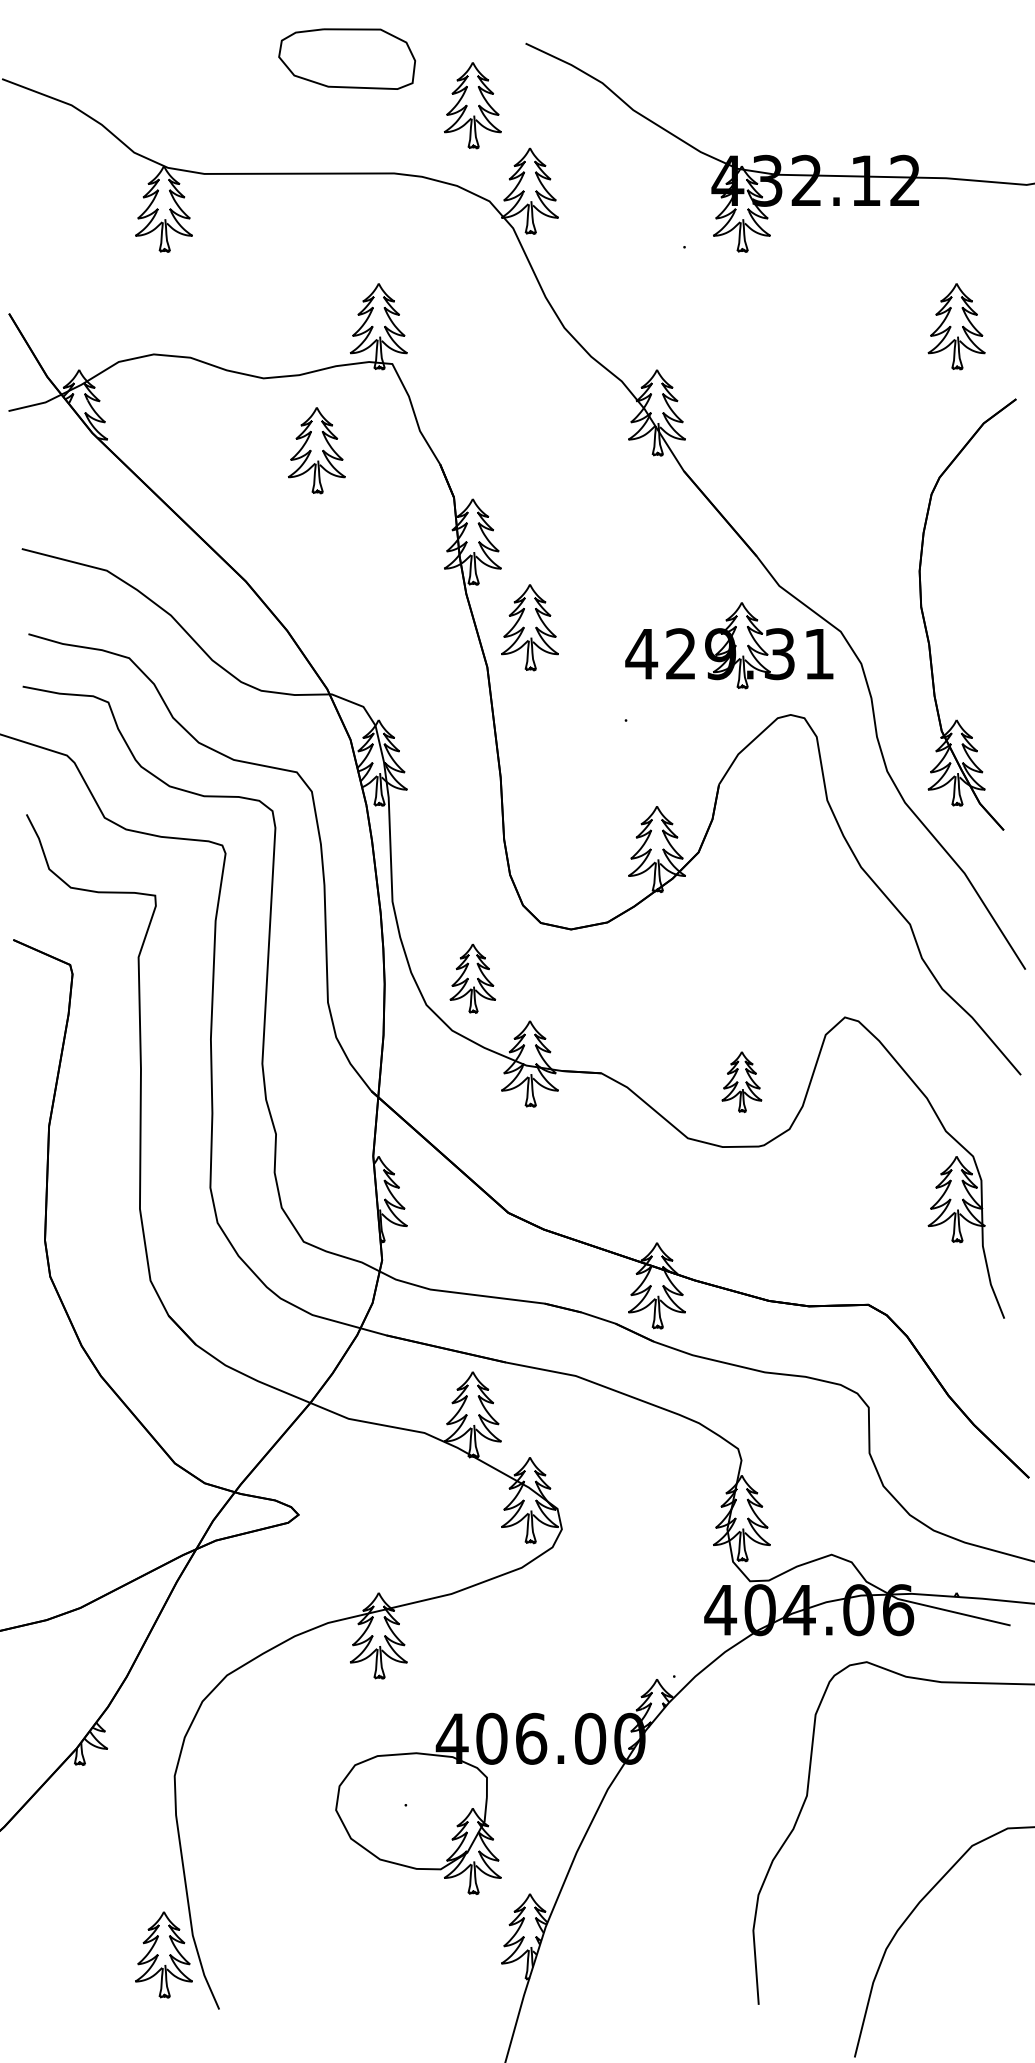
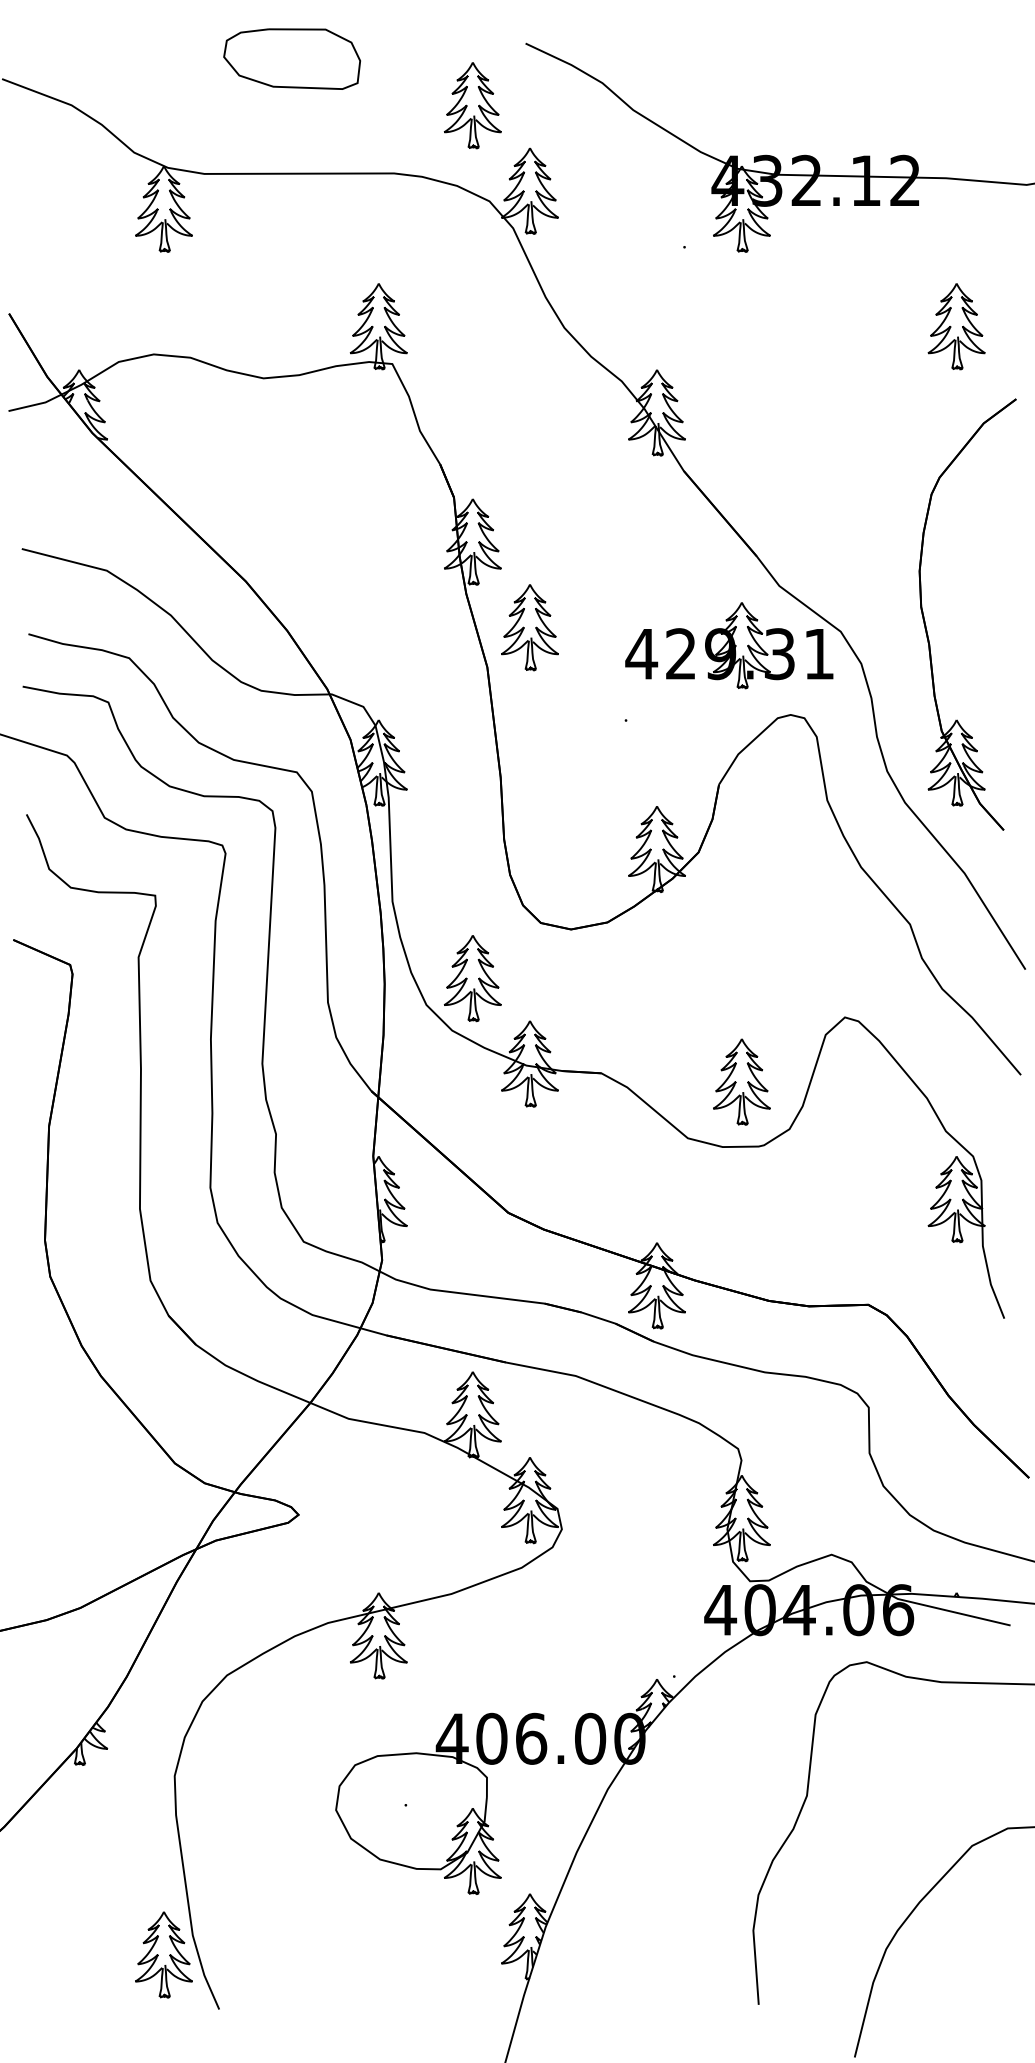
part at (346, 58) position: (346, 58) -> (291, 58)
part at (316, 450): present -> none
part at (472, 978) size: 48x71 px -> 58x88 px
part at (741, 1082) size: 42x63 px -> 58x88 px
